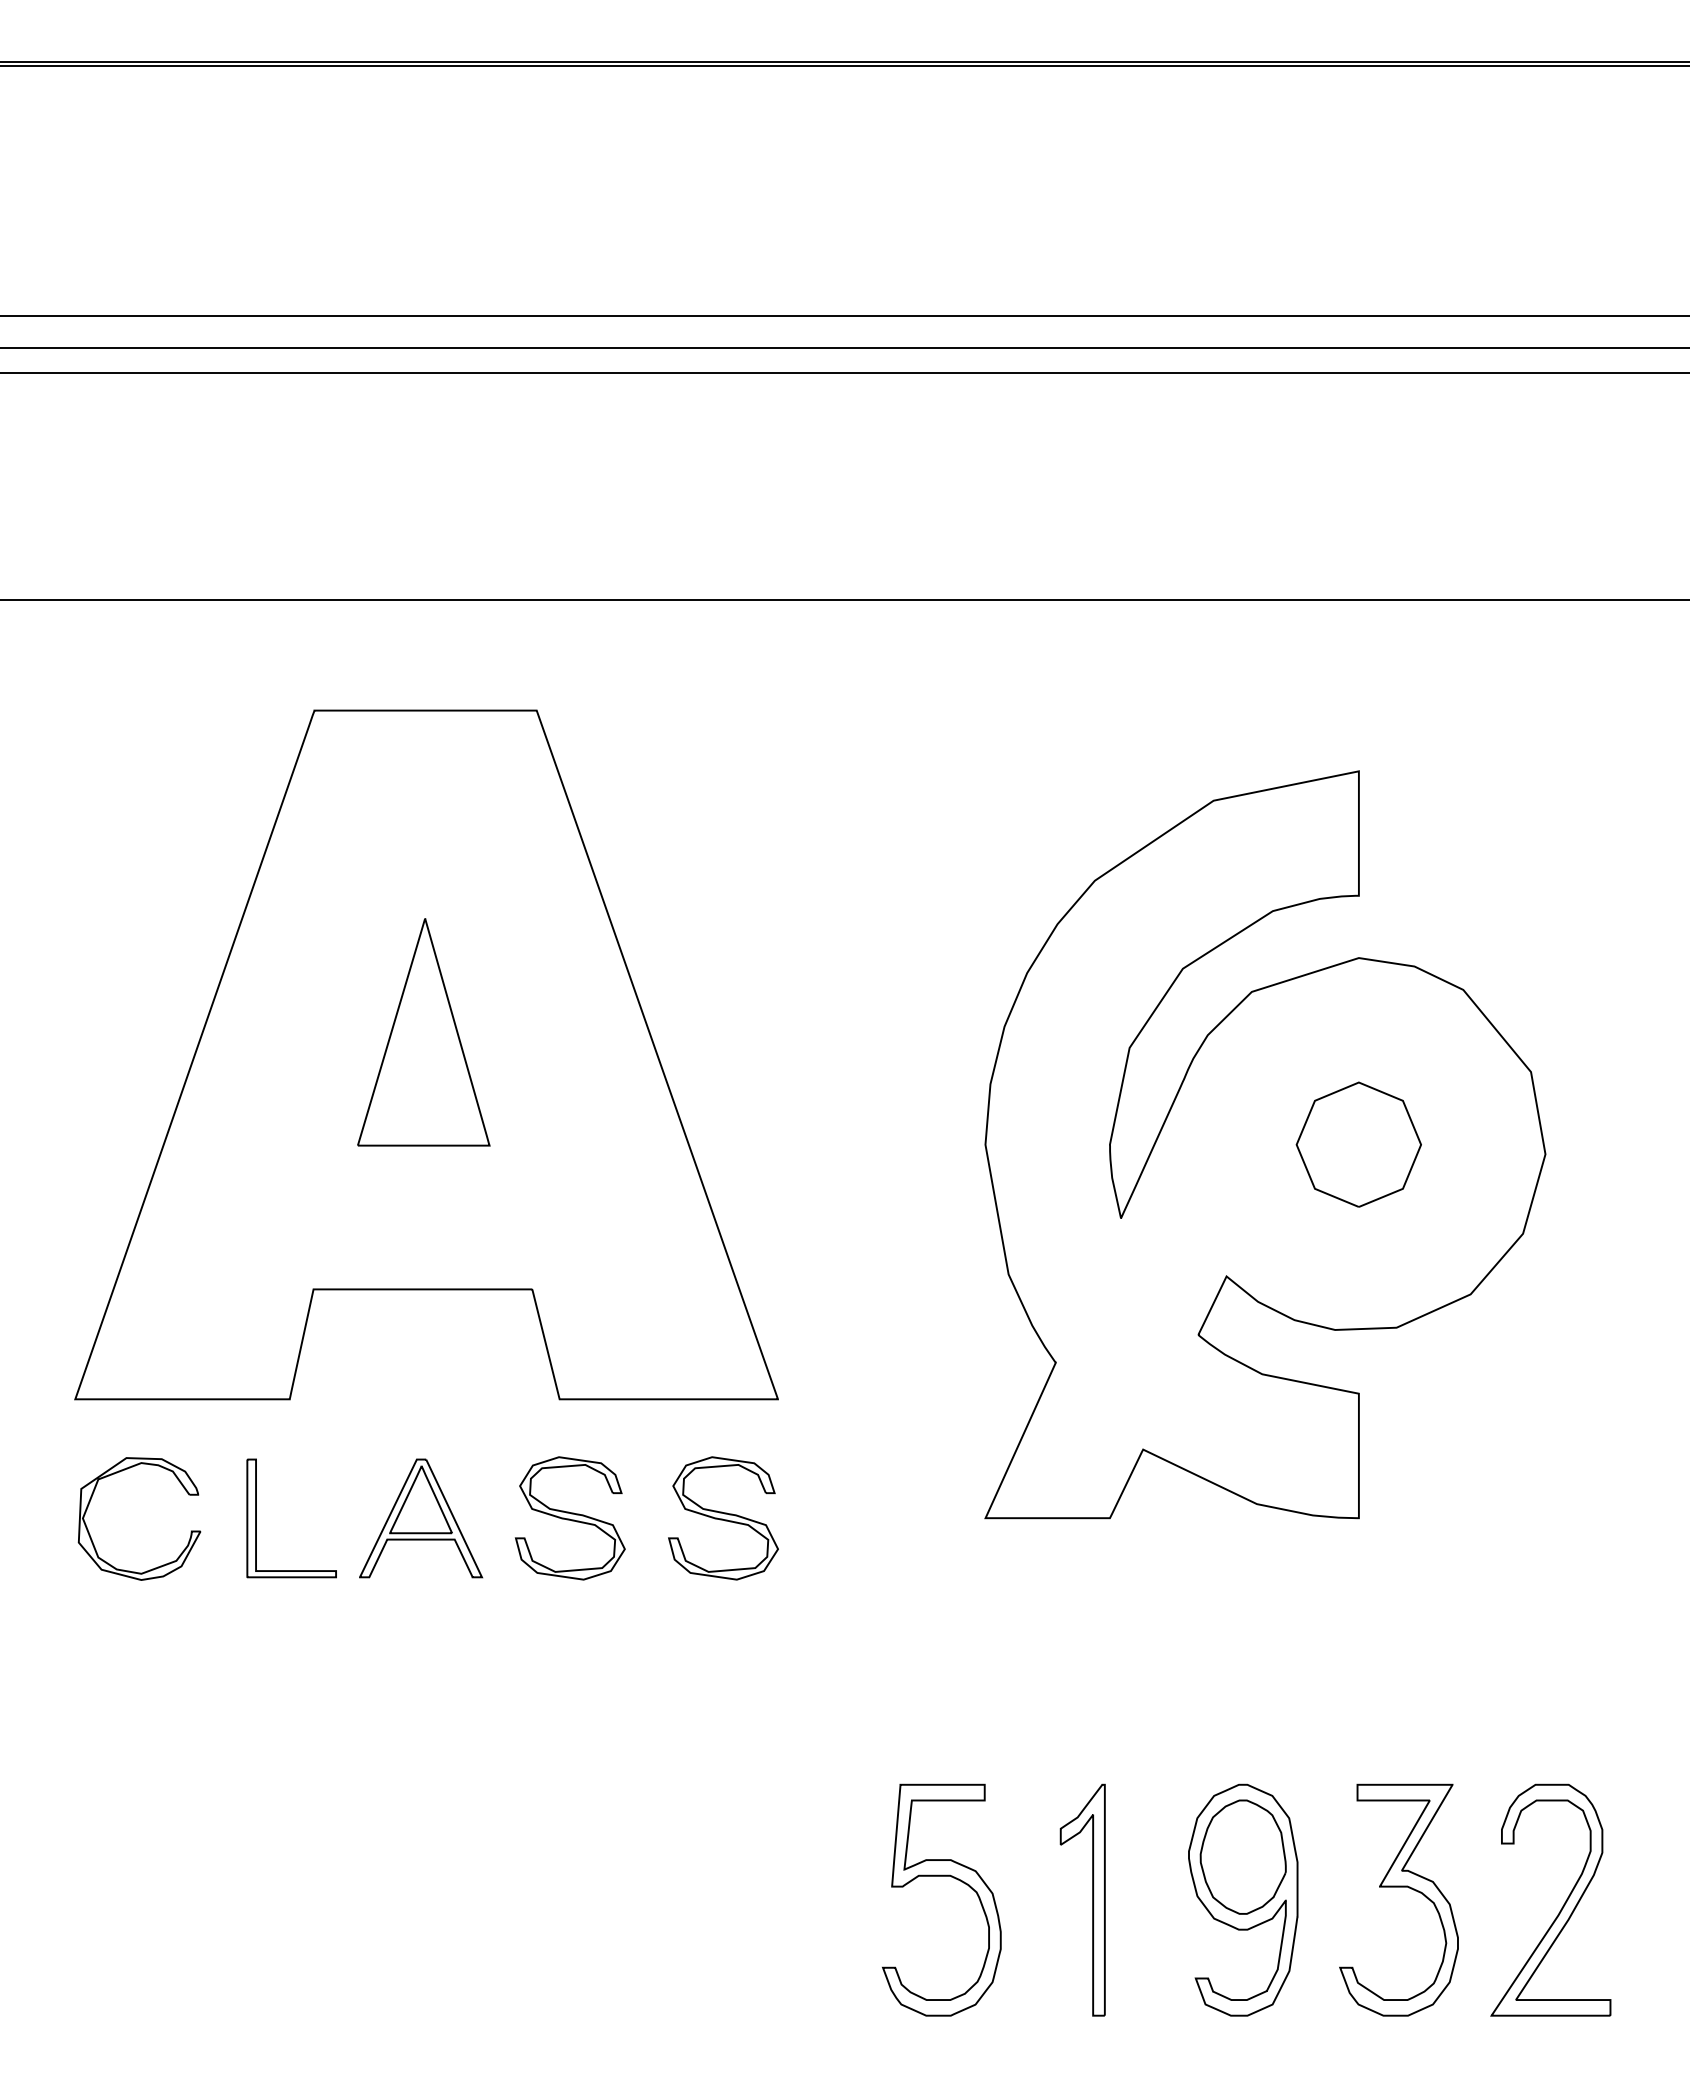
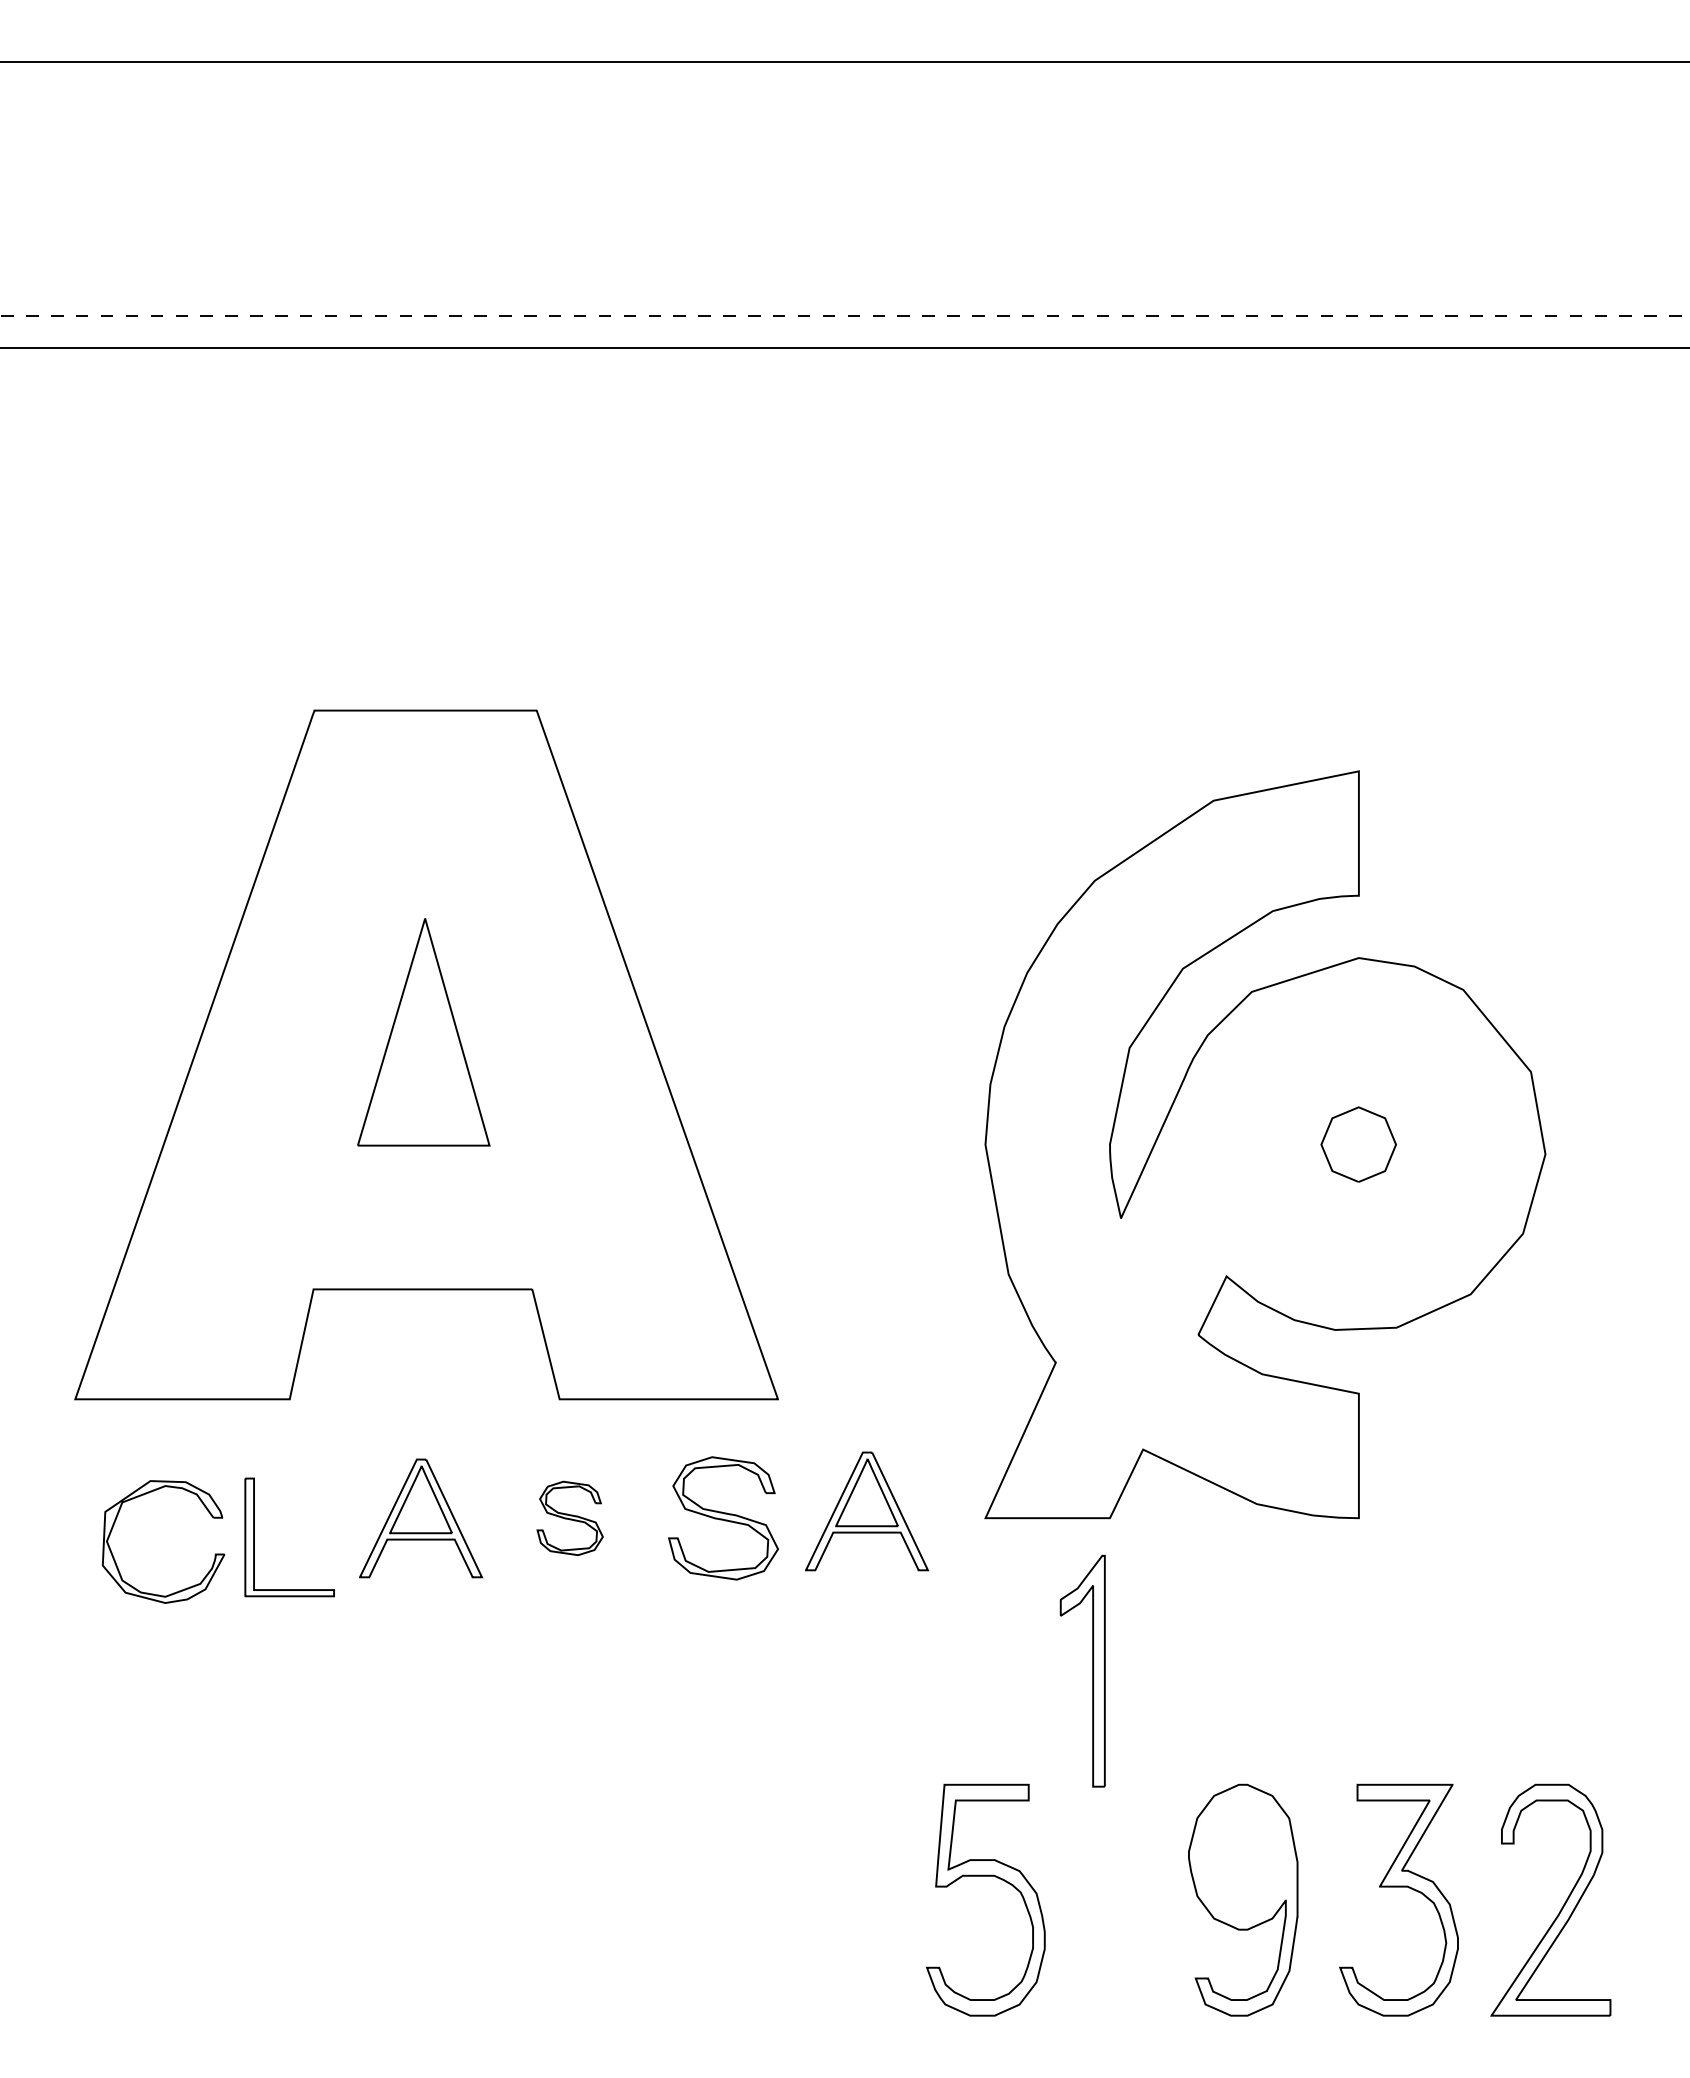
line at (844, 65): present -> none
line at (845, 316): solid -> dashed
line at (844, 373): present -> none
line at (844, 600): present -> none
part at (1358, 1144) size: 127x127 px -> 77x77 px
part at (122, 1471) position: (122, 1471) -> (146, 1494)
part at (867, 1511): none -> present
part at (256, 1518) position: (256, 1518) -> (254, 1537)
part at (569, 1518) size: 112x125 px -> 68x76 px
part at (1242, 1856): present -> none
part at (941, 1876) position: (941, 1876) -> (985, 1876)
part at (1092, 1899) position: (1092, 1899) -> (1092, 1670)
